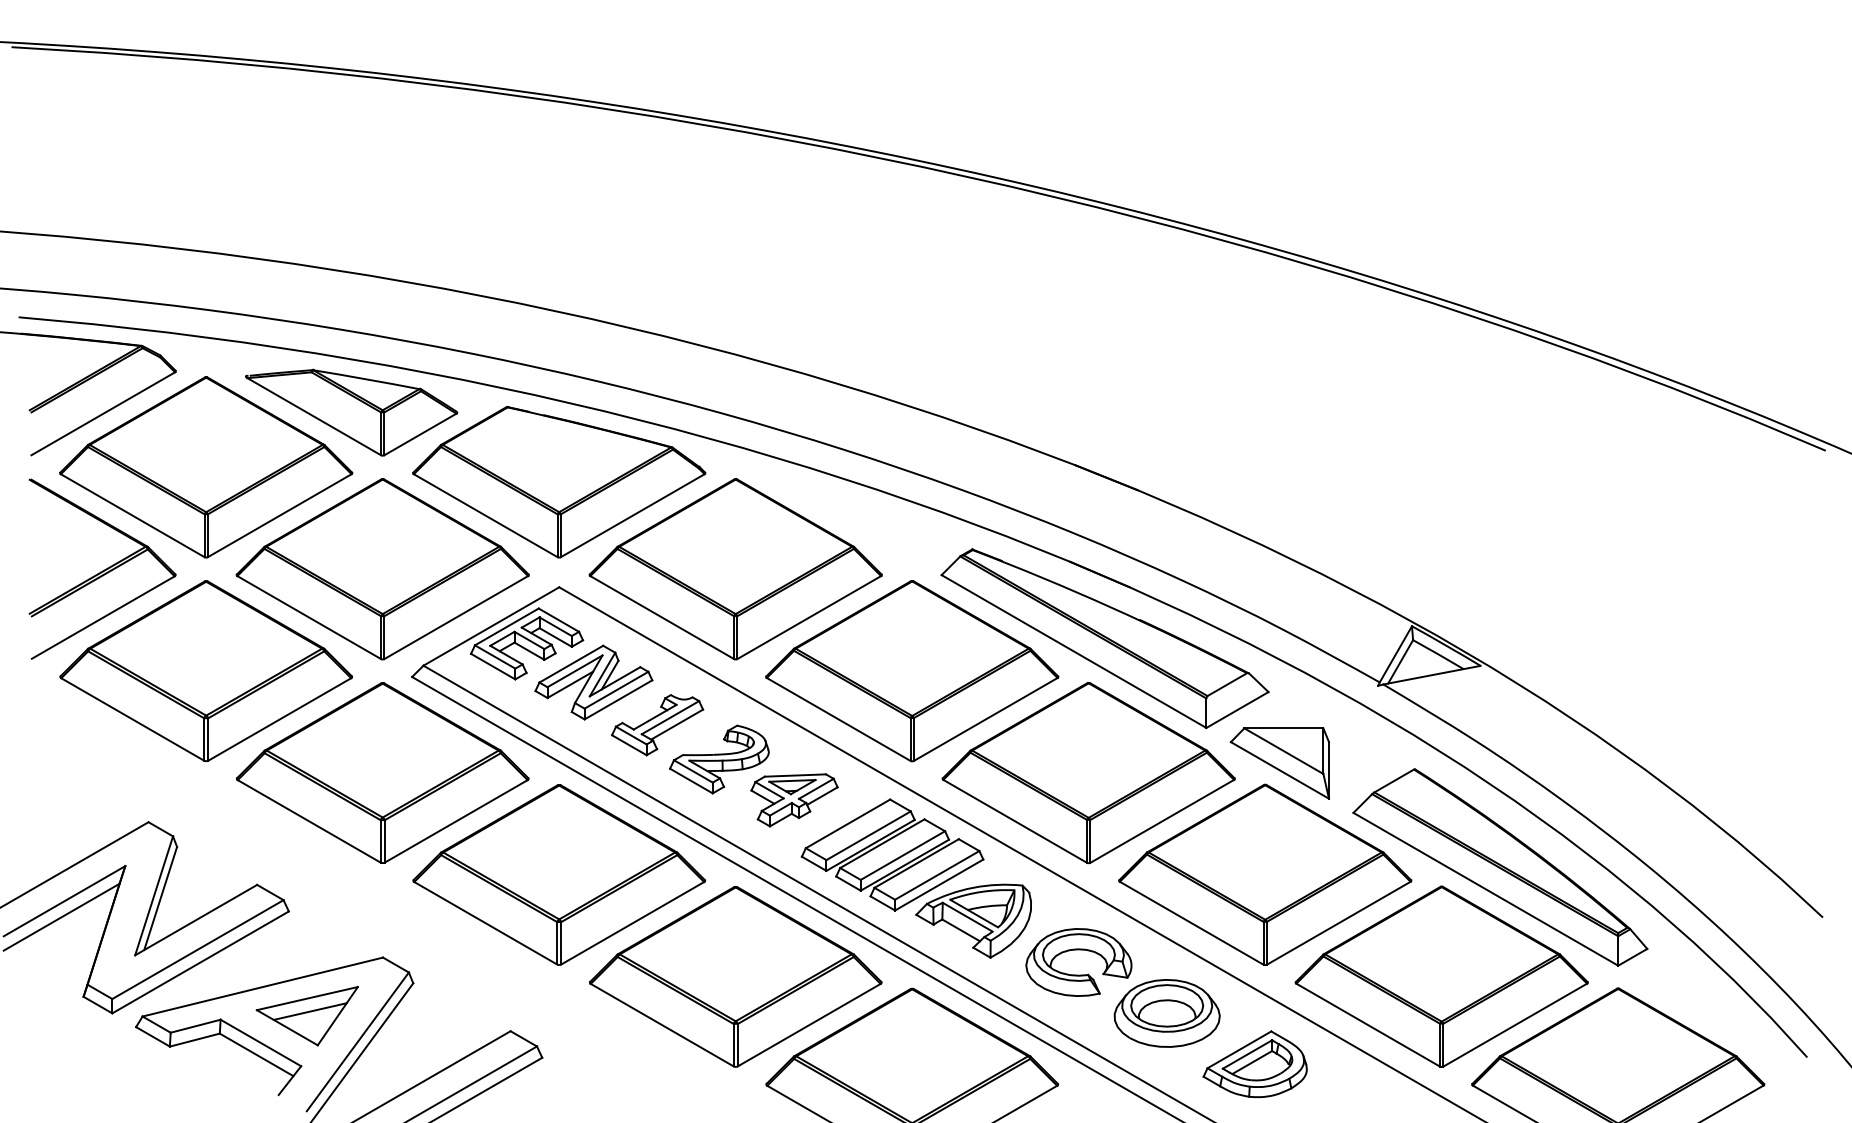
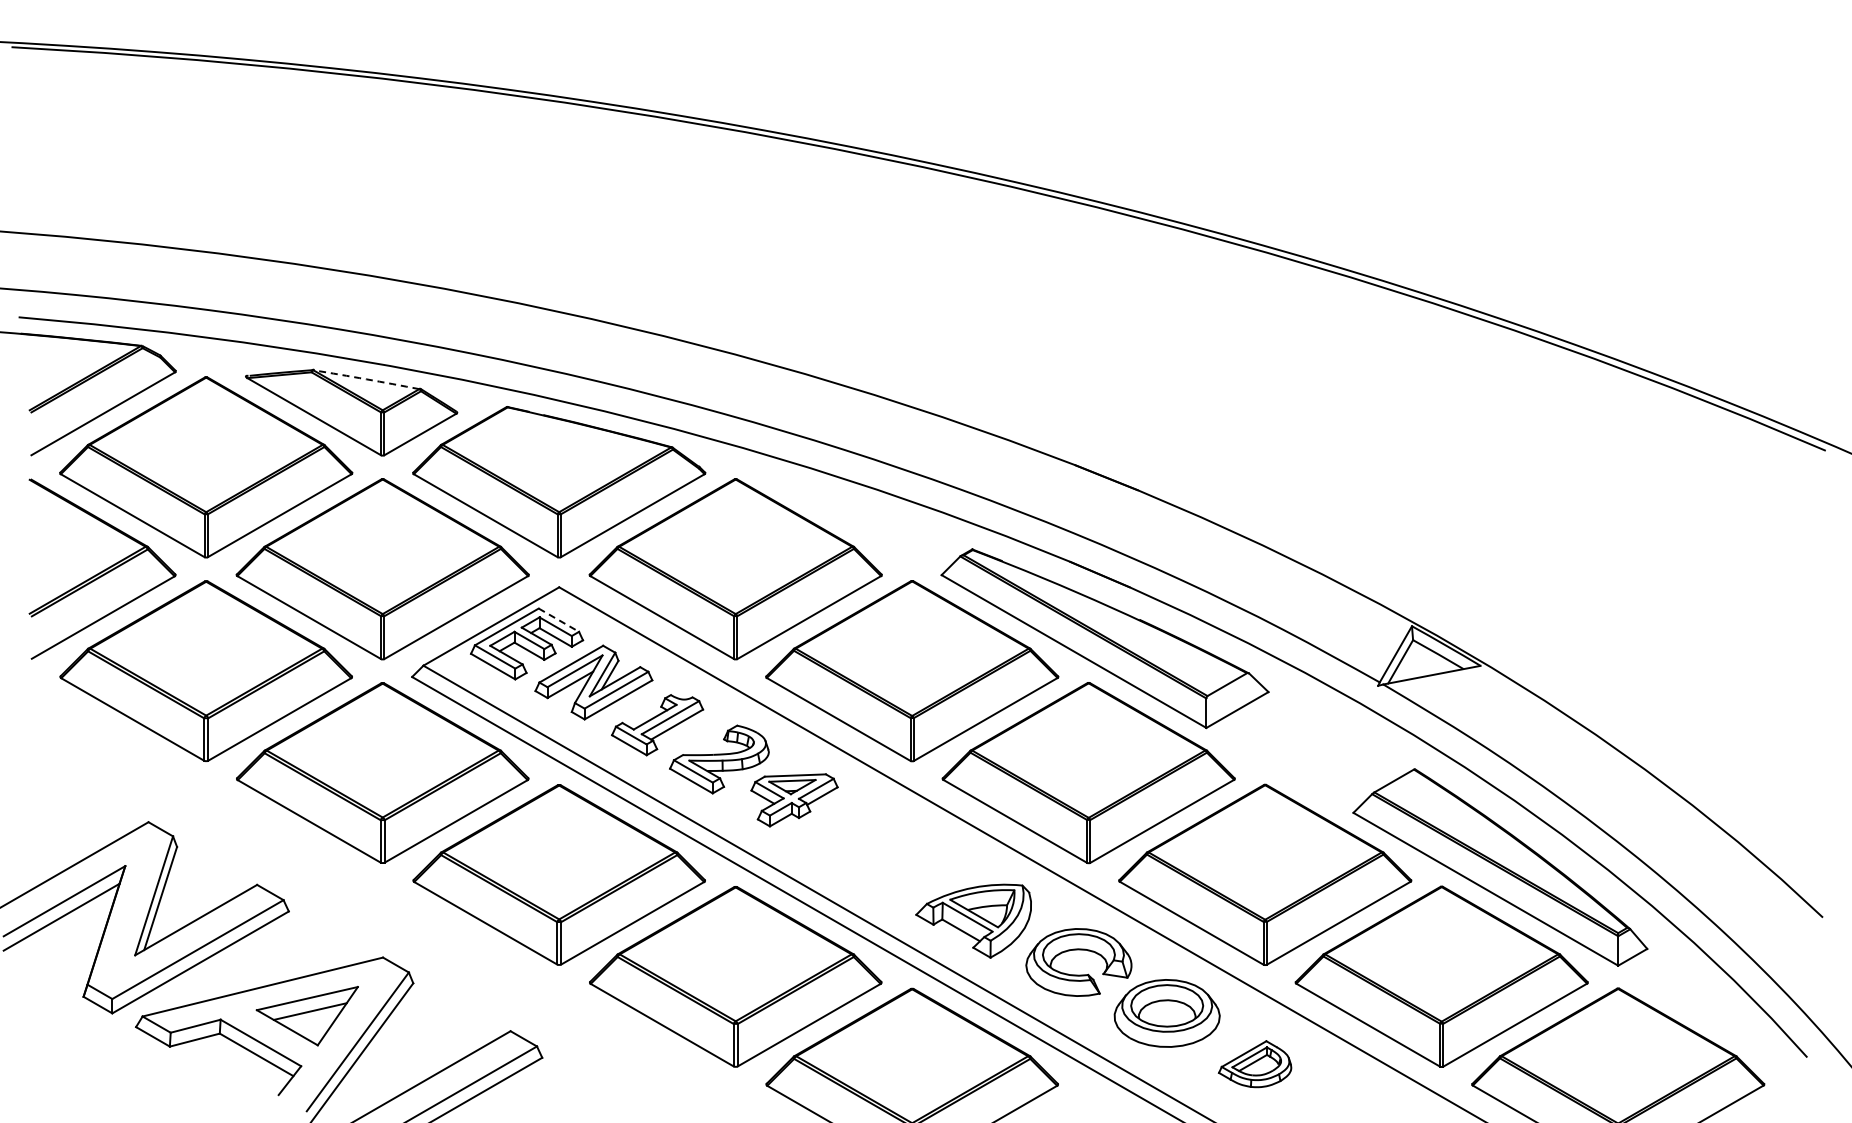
arc at (366, 379): solid -> dashed
line at (559, 620): solid -> dashed
part at (1279, 763): present -> none
part at (892, 854): present -> none
part at (1254, 1063) size: 106x68 px -> 76x49 px
